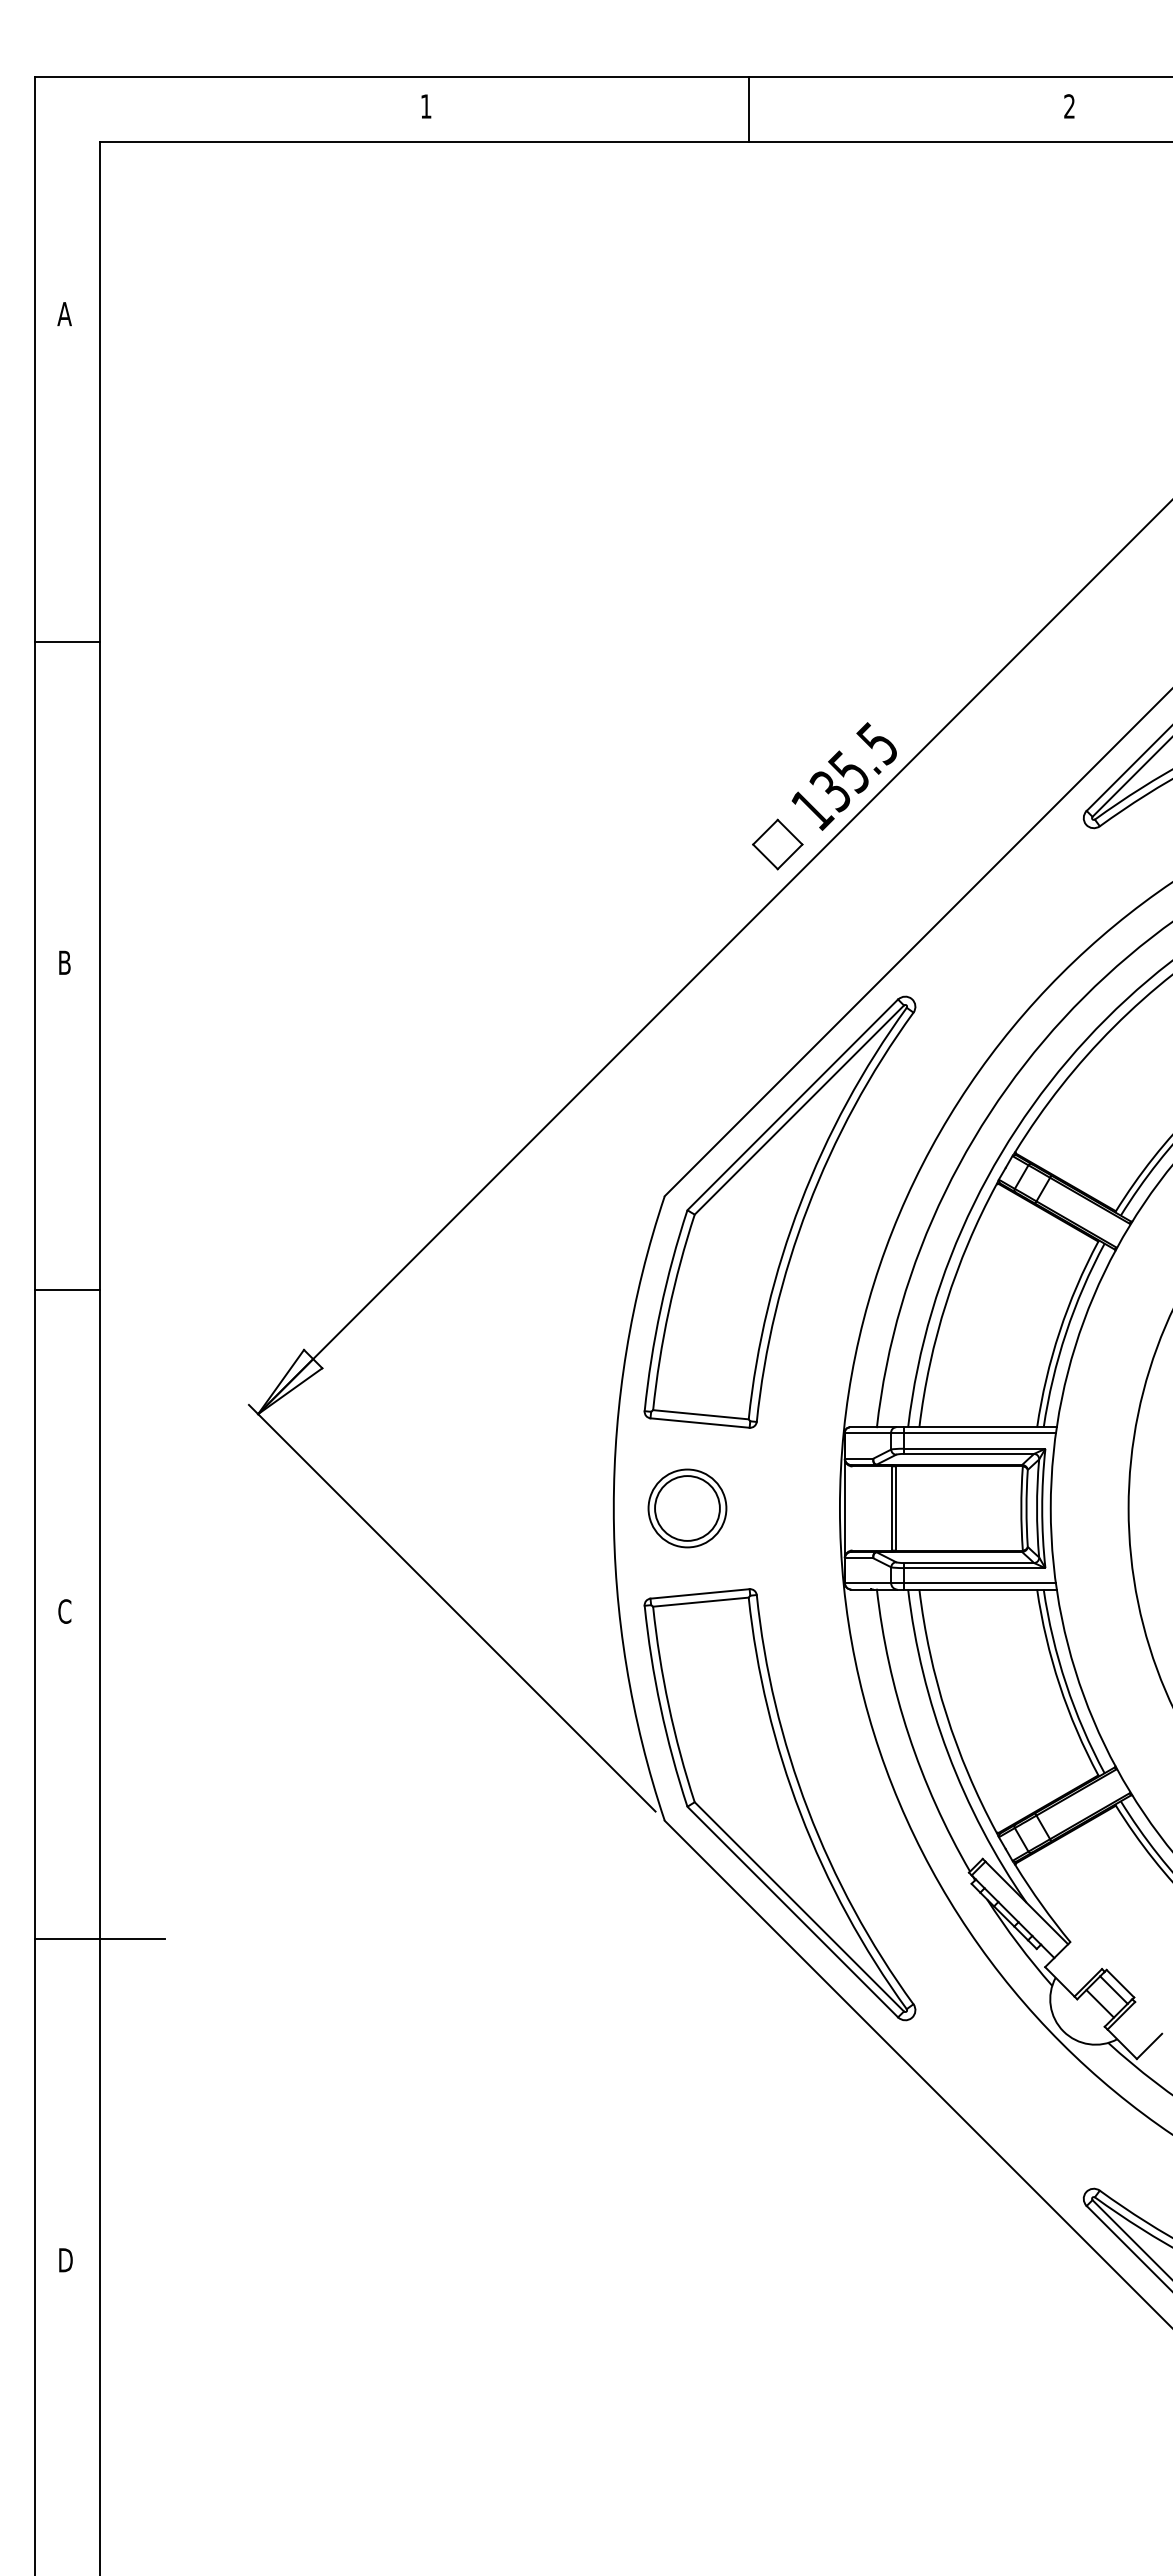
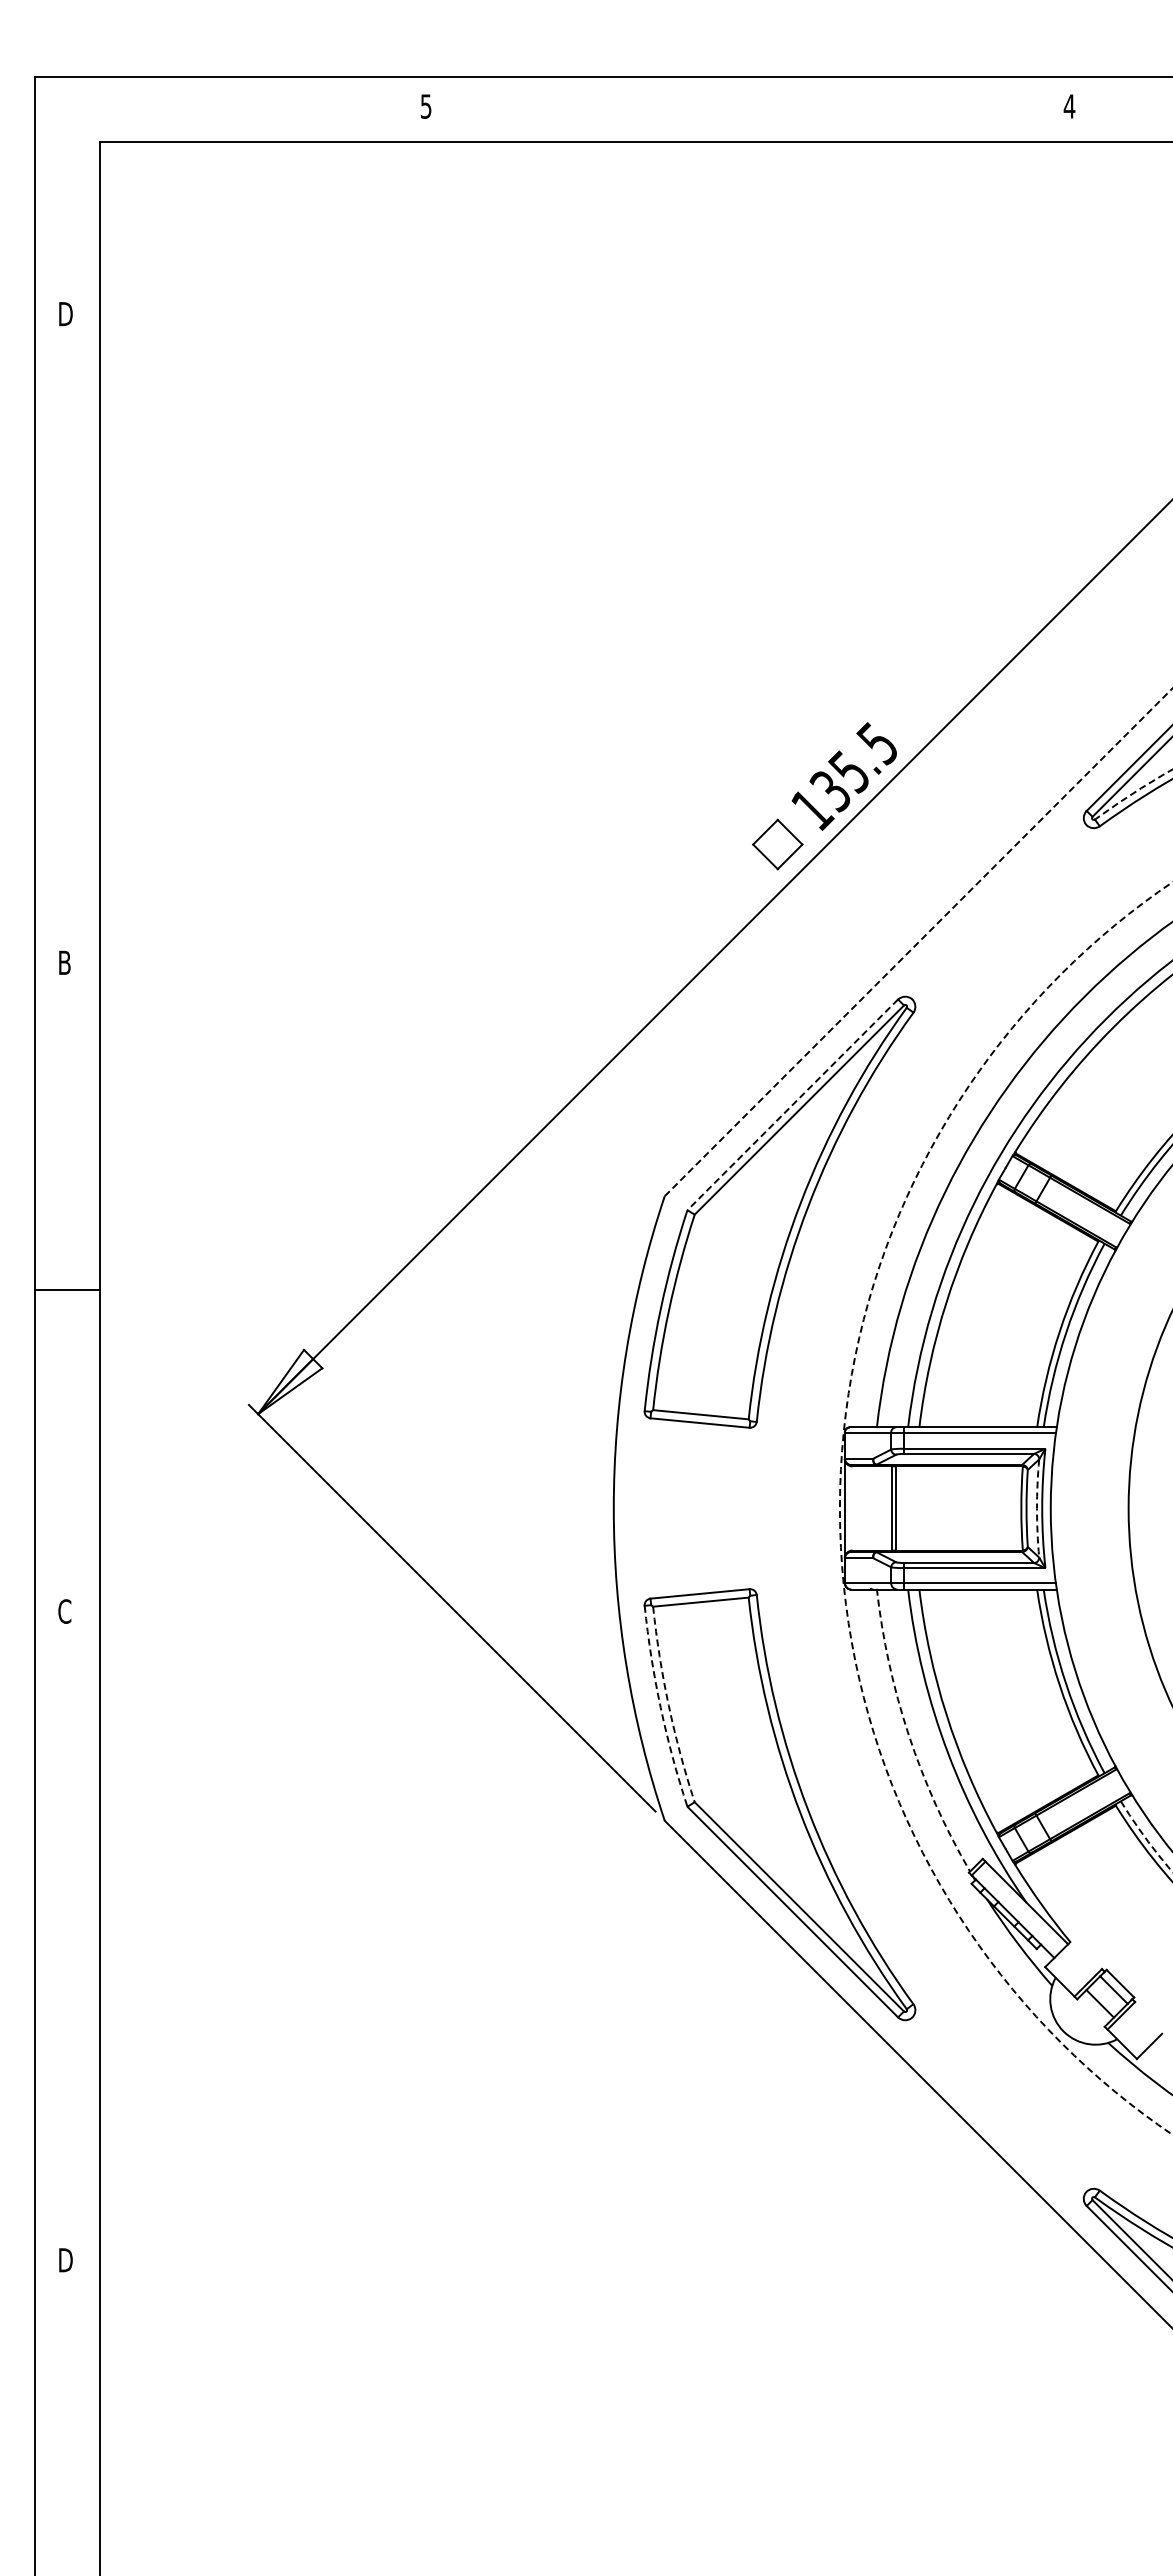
text at (425, 106): 1 -> 5
text at (1069, 106): 2 -> 4
line at (748, 109): present -> none
text at (64, 314): A -> D
line at (67, 641): present -> none
arc at (1132, 793): solid -> dashed
line at (918, 942): solid -> dashed
line at (792, 1104): solid -> dashed
part at (687, 1508): present -> none
circle at (1005, 1508): solid -> dashed
arc at (1037, 1508): solid -> dashed
arc at (668, 1705): solid -> dashed
arc at (660, 1707): solid -> dashed
arc at (908, 1735): solid -> dashed
arc at (1146, 1838): solid -> dashed
line at (100, 1939): present -> none
